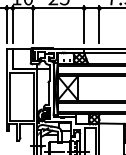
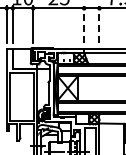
line at (84, 24): solid -> dashed
line at (99, 24): solid -> dashed
